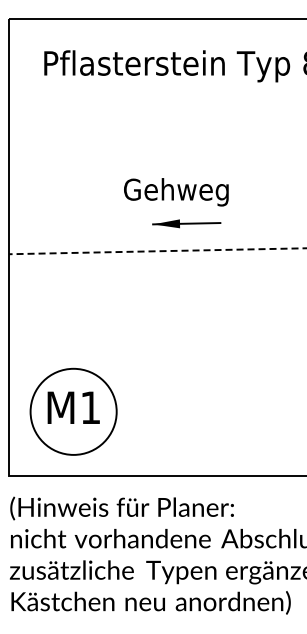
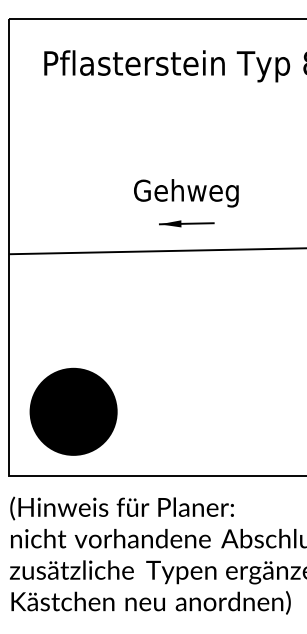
text at (176, 192) position: (176, 192) -> (186, 193)
part at (186, 223) size: 70x10 px -> 56x8 px
line at (157, 251): dashed -> solid
fill at (73, 411): none -> present
